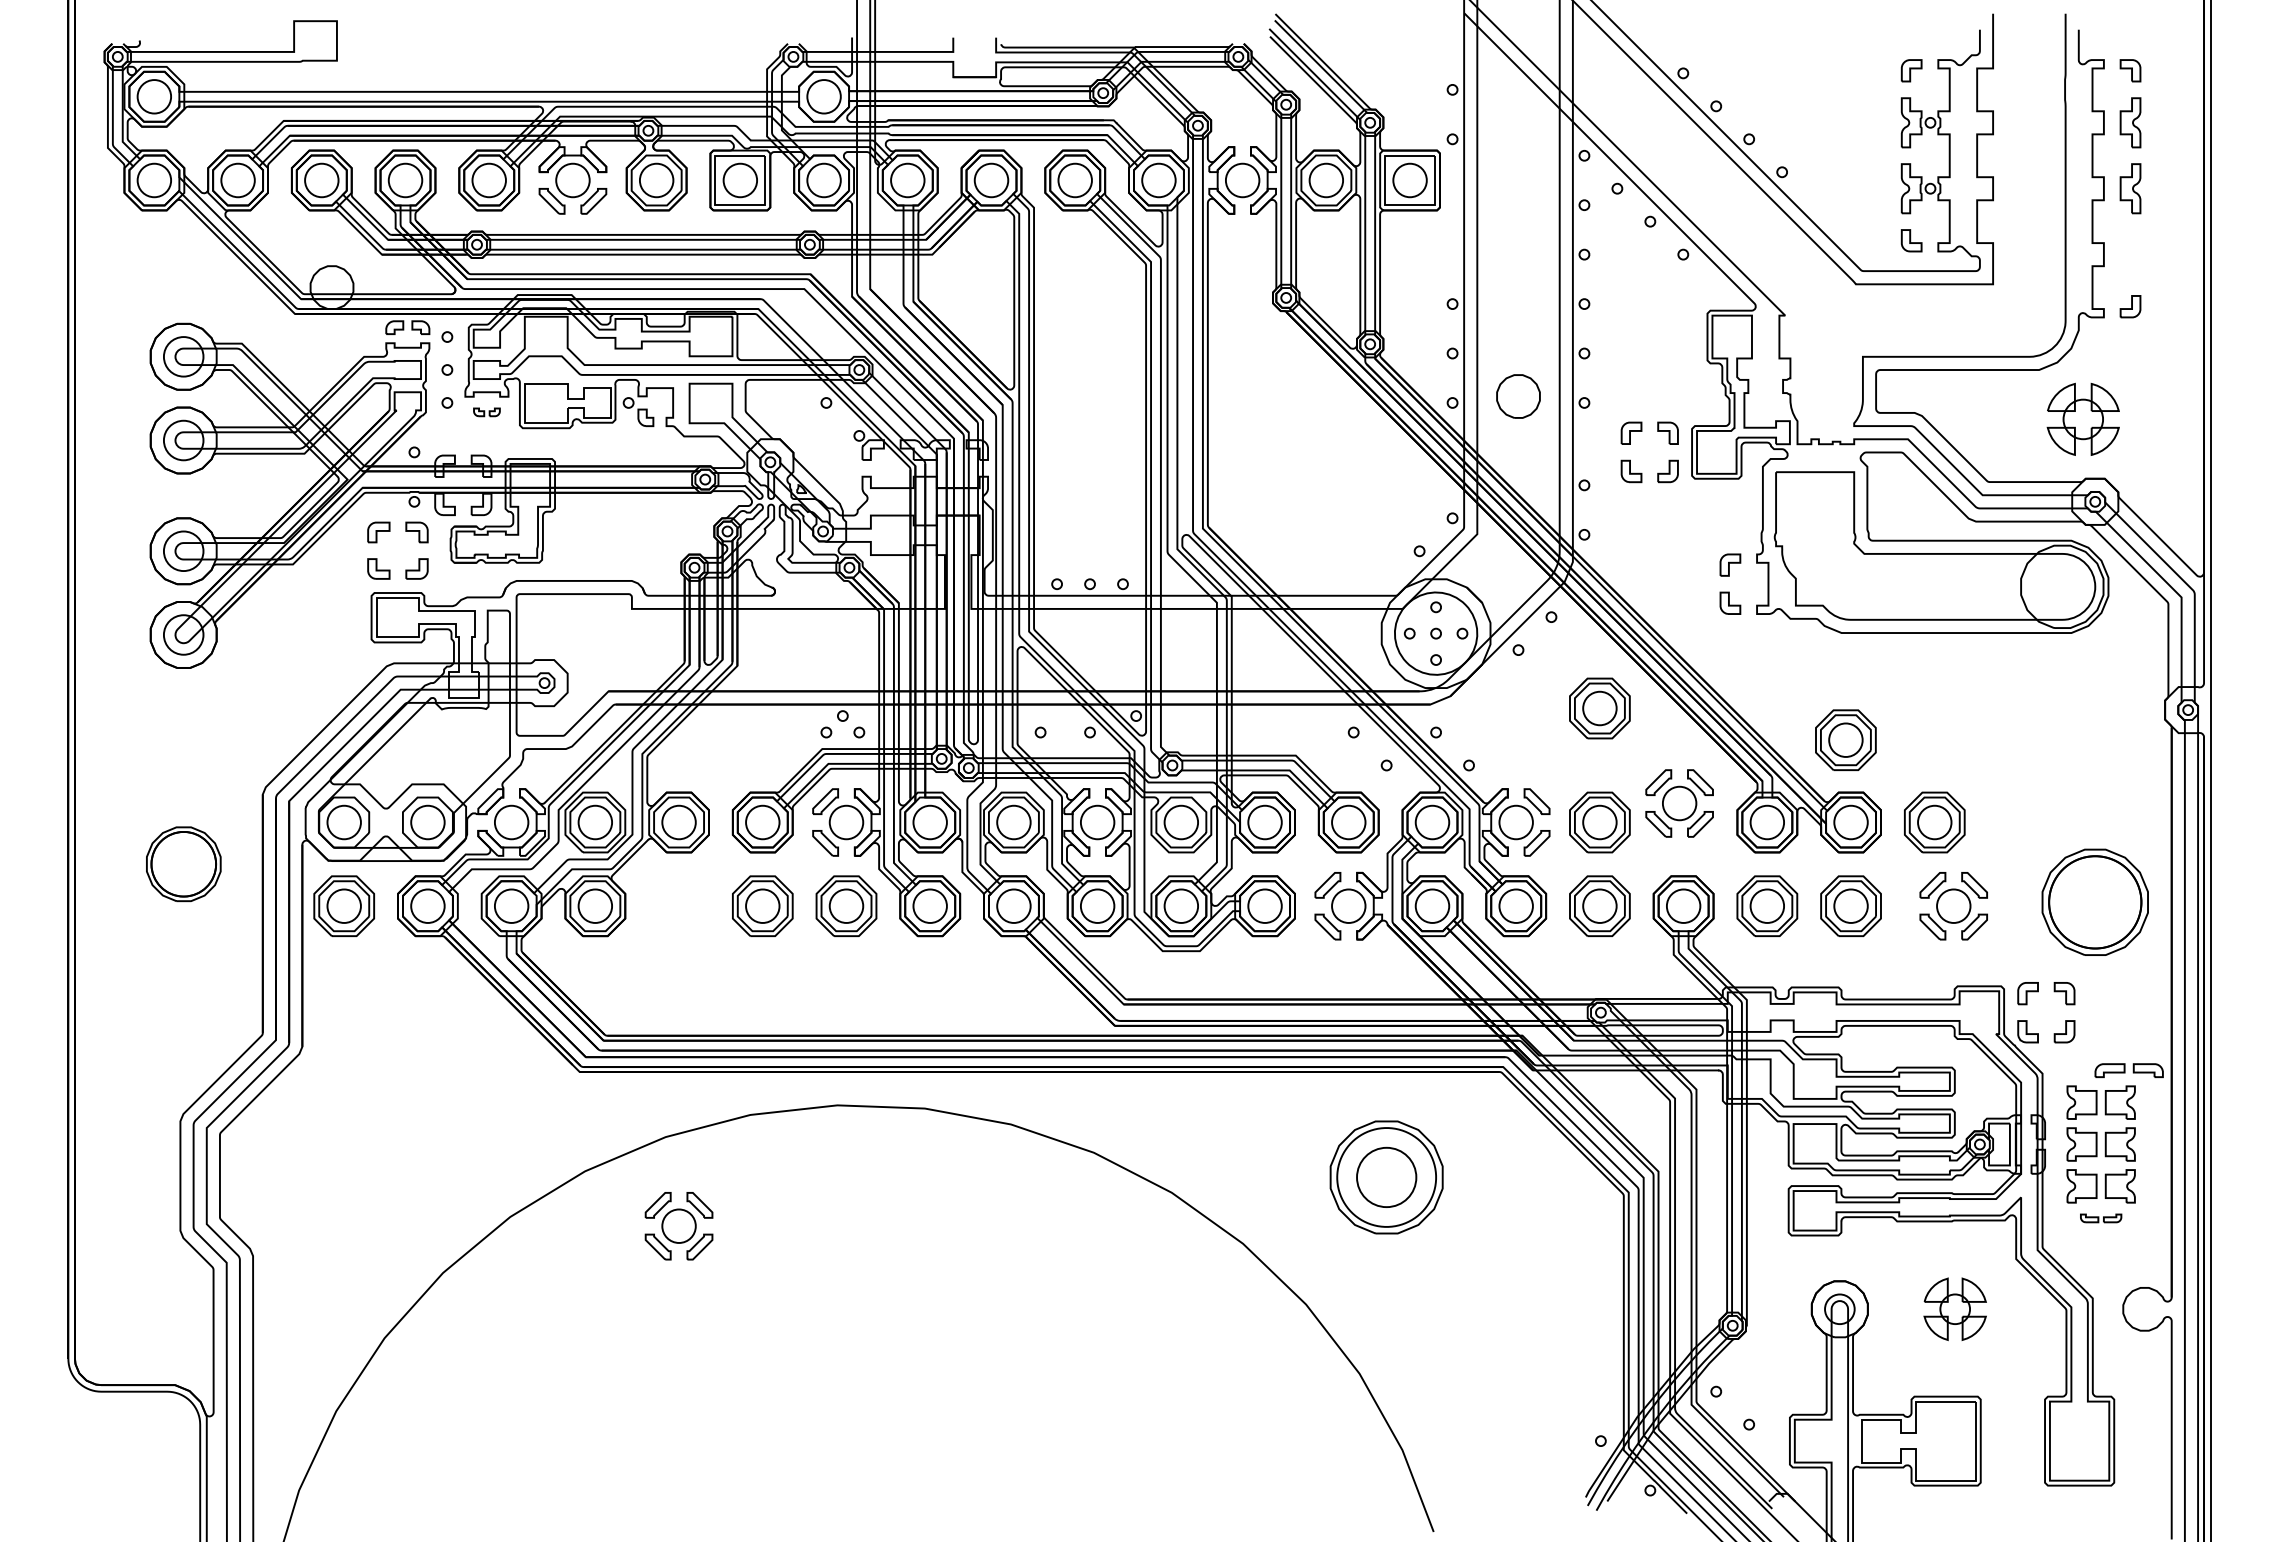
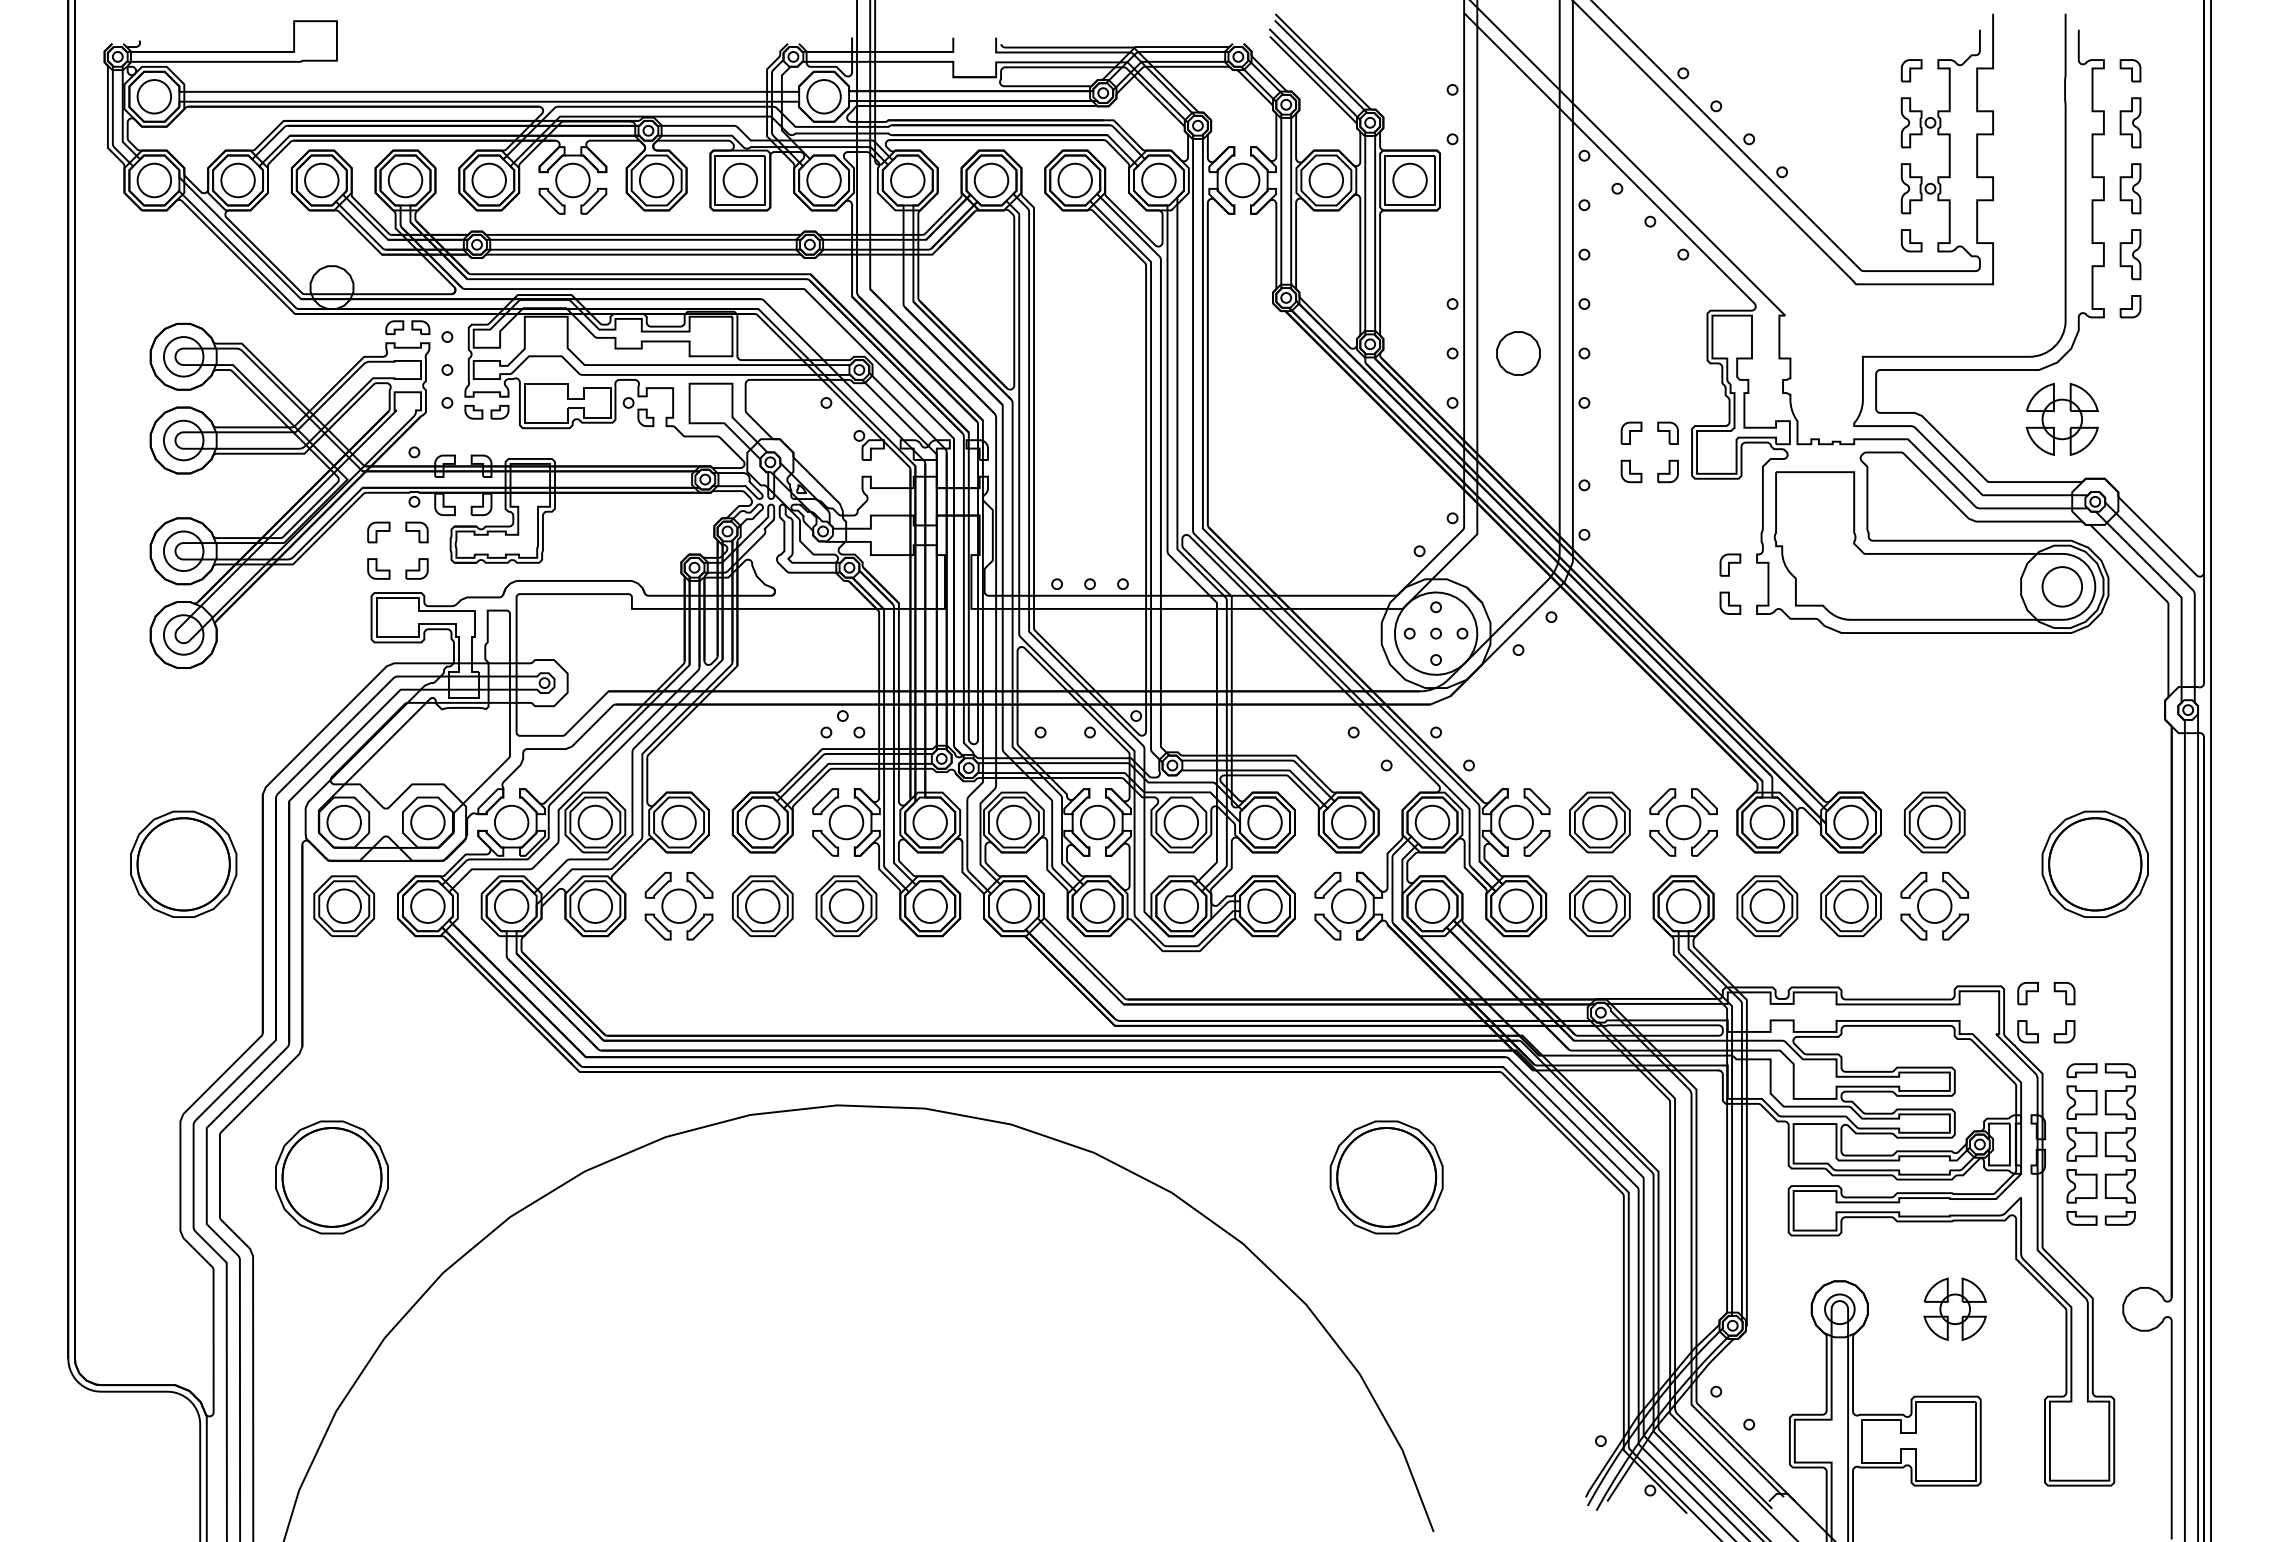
part at (2130, 254): none -> present
part at (1518, 396) position: (1518, 396) -> (1518, 353)
part at (486, 412) size: 28x11 px -> 46x15 px
part at (2082, 418) position: (2082, 418) -> (2061, 418)
circle at (2061, 586): none -> present
part at (1599, 708): present -> none
part at (1845, 739): present -> none
part at (1679, 803) position: (1679, 803) -> (1683, 822)
part at (183, 864) size: 76x77 px -> 108x108 px
part at (2094, 901) position: (2094, 901) -> (2094, 863)
part at (1953, 906) position: (1953, 906) -> (1934, 906)
part at (2128, 1070) position: (2128, 1070) -> (2100, 1070)
part at (331, 1177): none -> present
circle at (1386, 1177) diameter: 59 px -> 99 px
part at (2101, 1218) size: 43x11 px -> 70x15 px
part at (678, 1226) position: (678, 1226) -> (678, 906)
